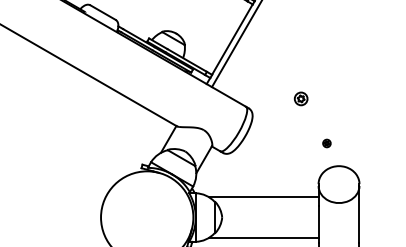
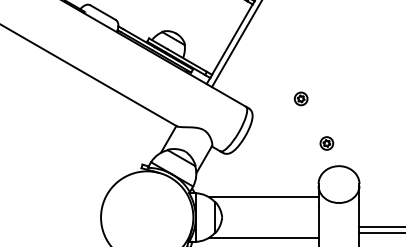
part at (326, 143) size: 10x11 px -> 16x15 px
line at (380, 226): none -> present
line at (380, 232): none -> present
